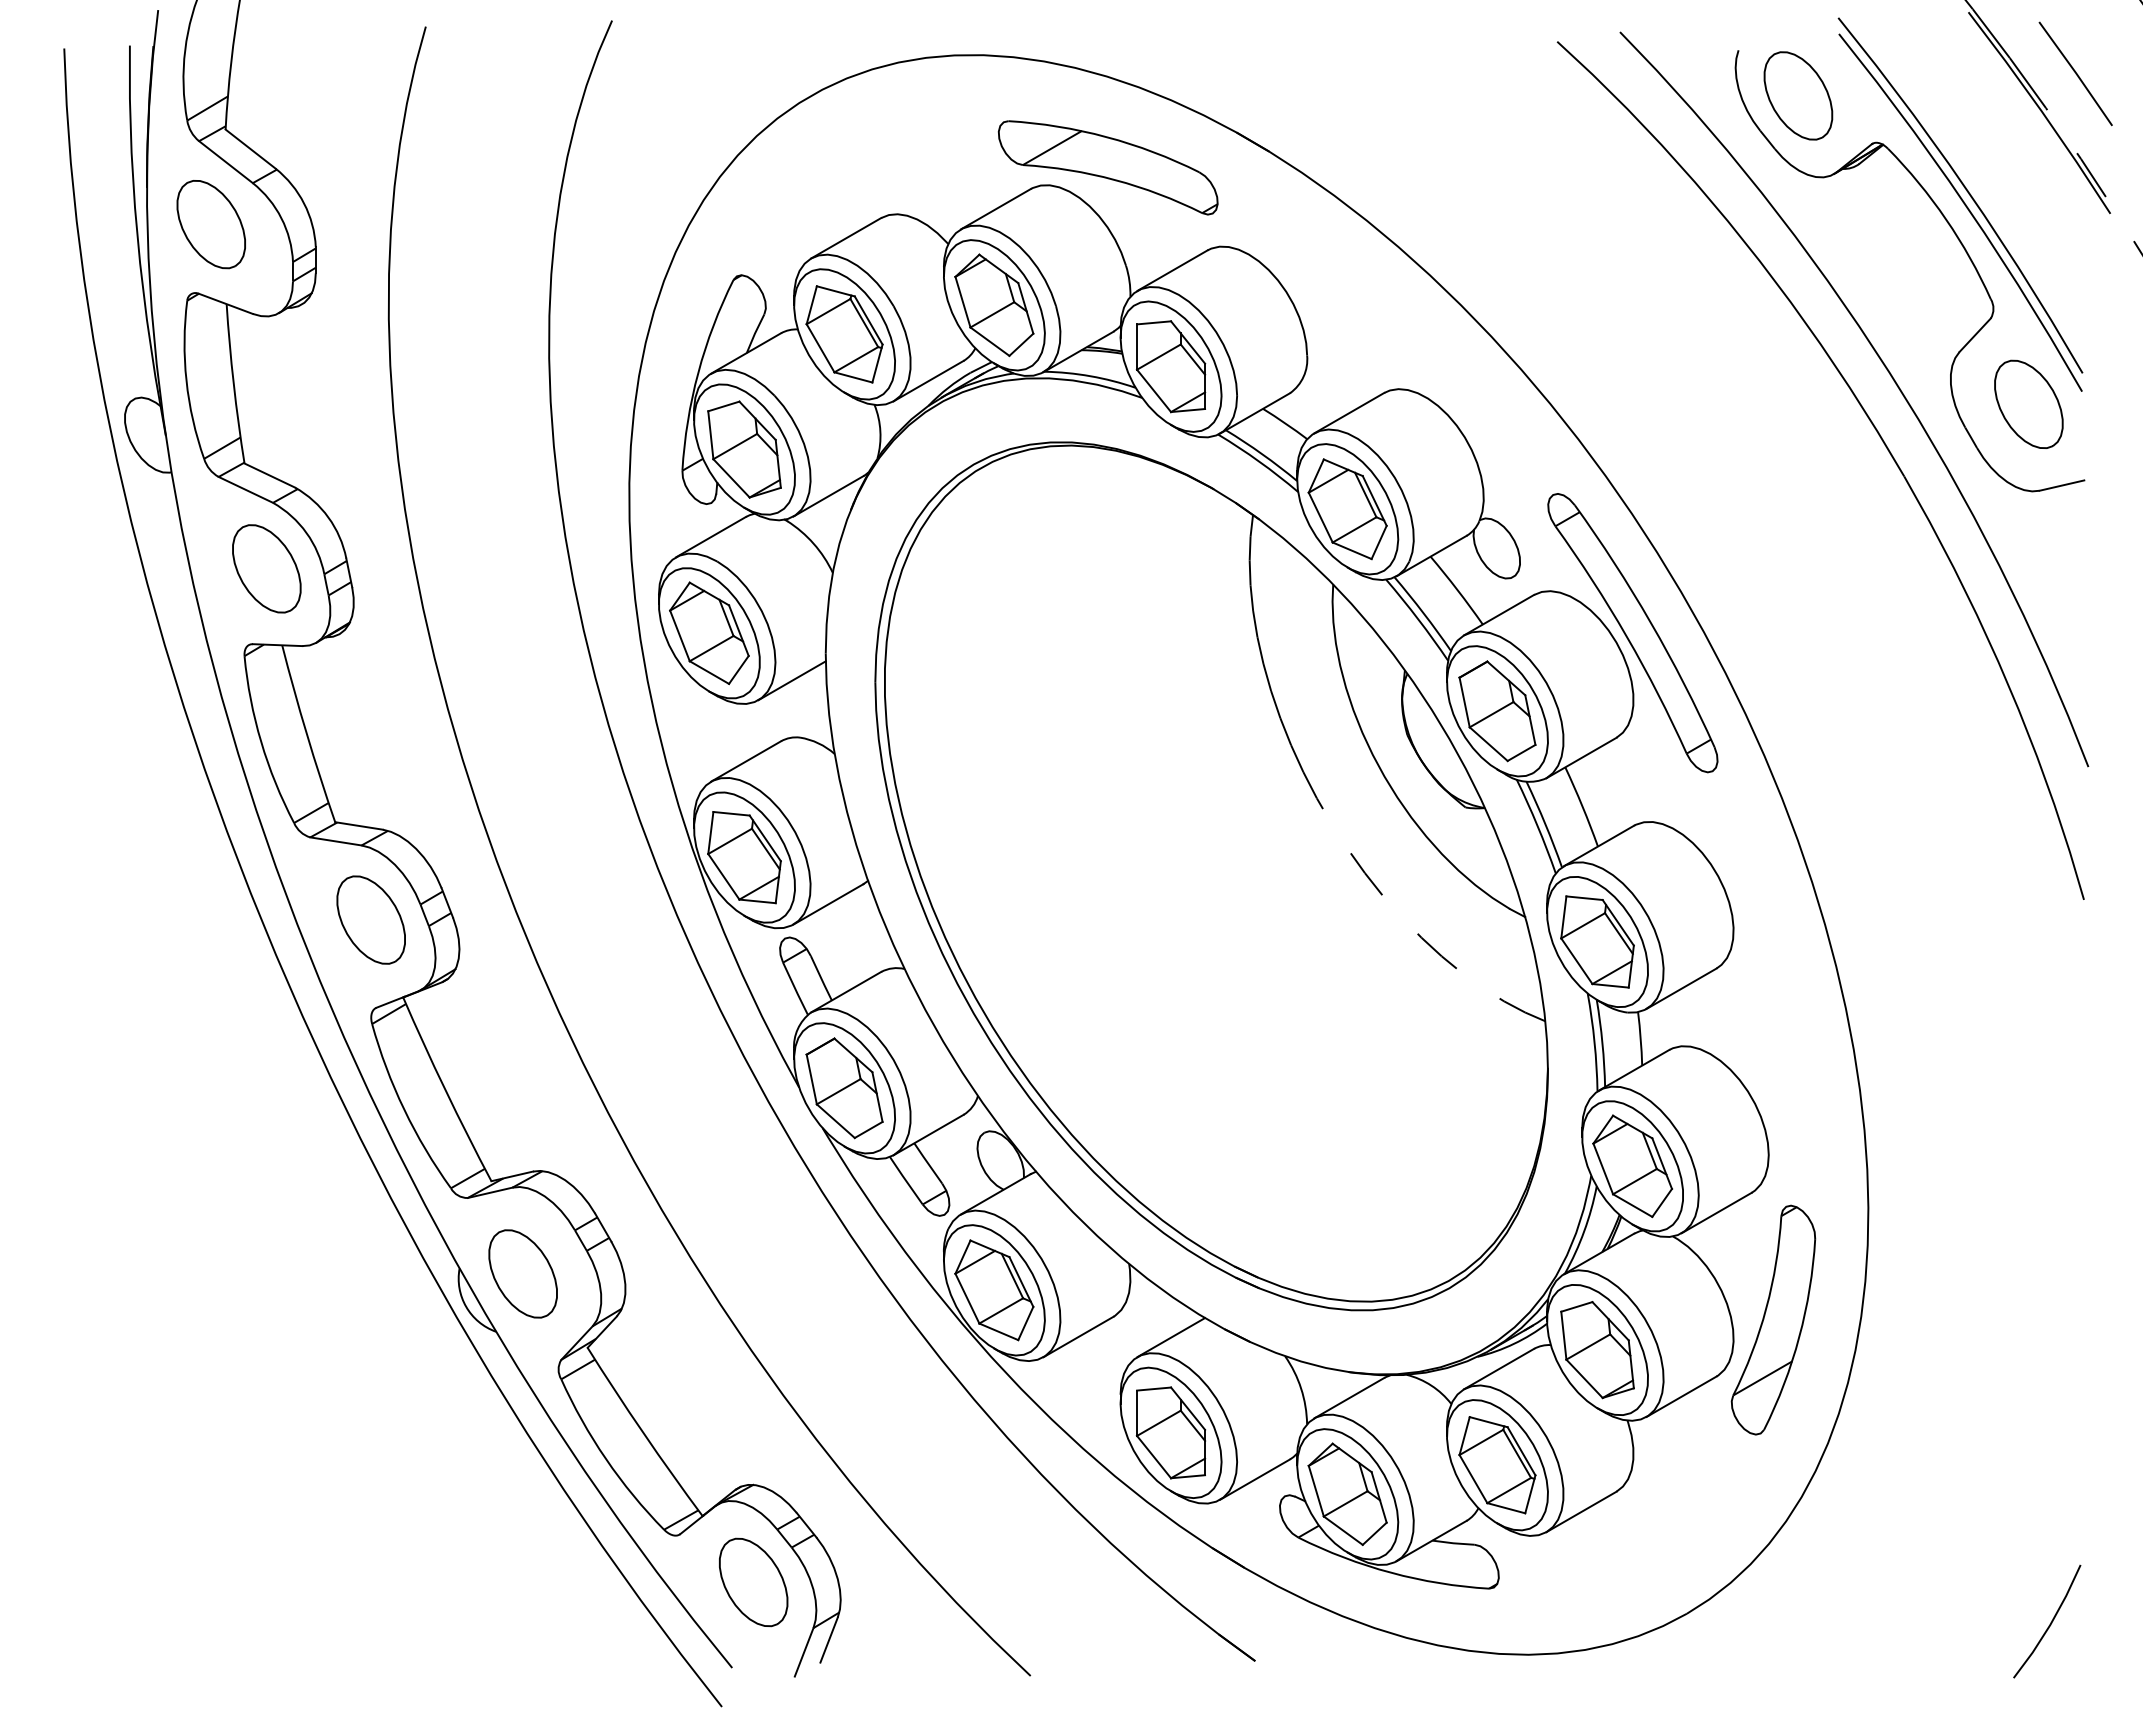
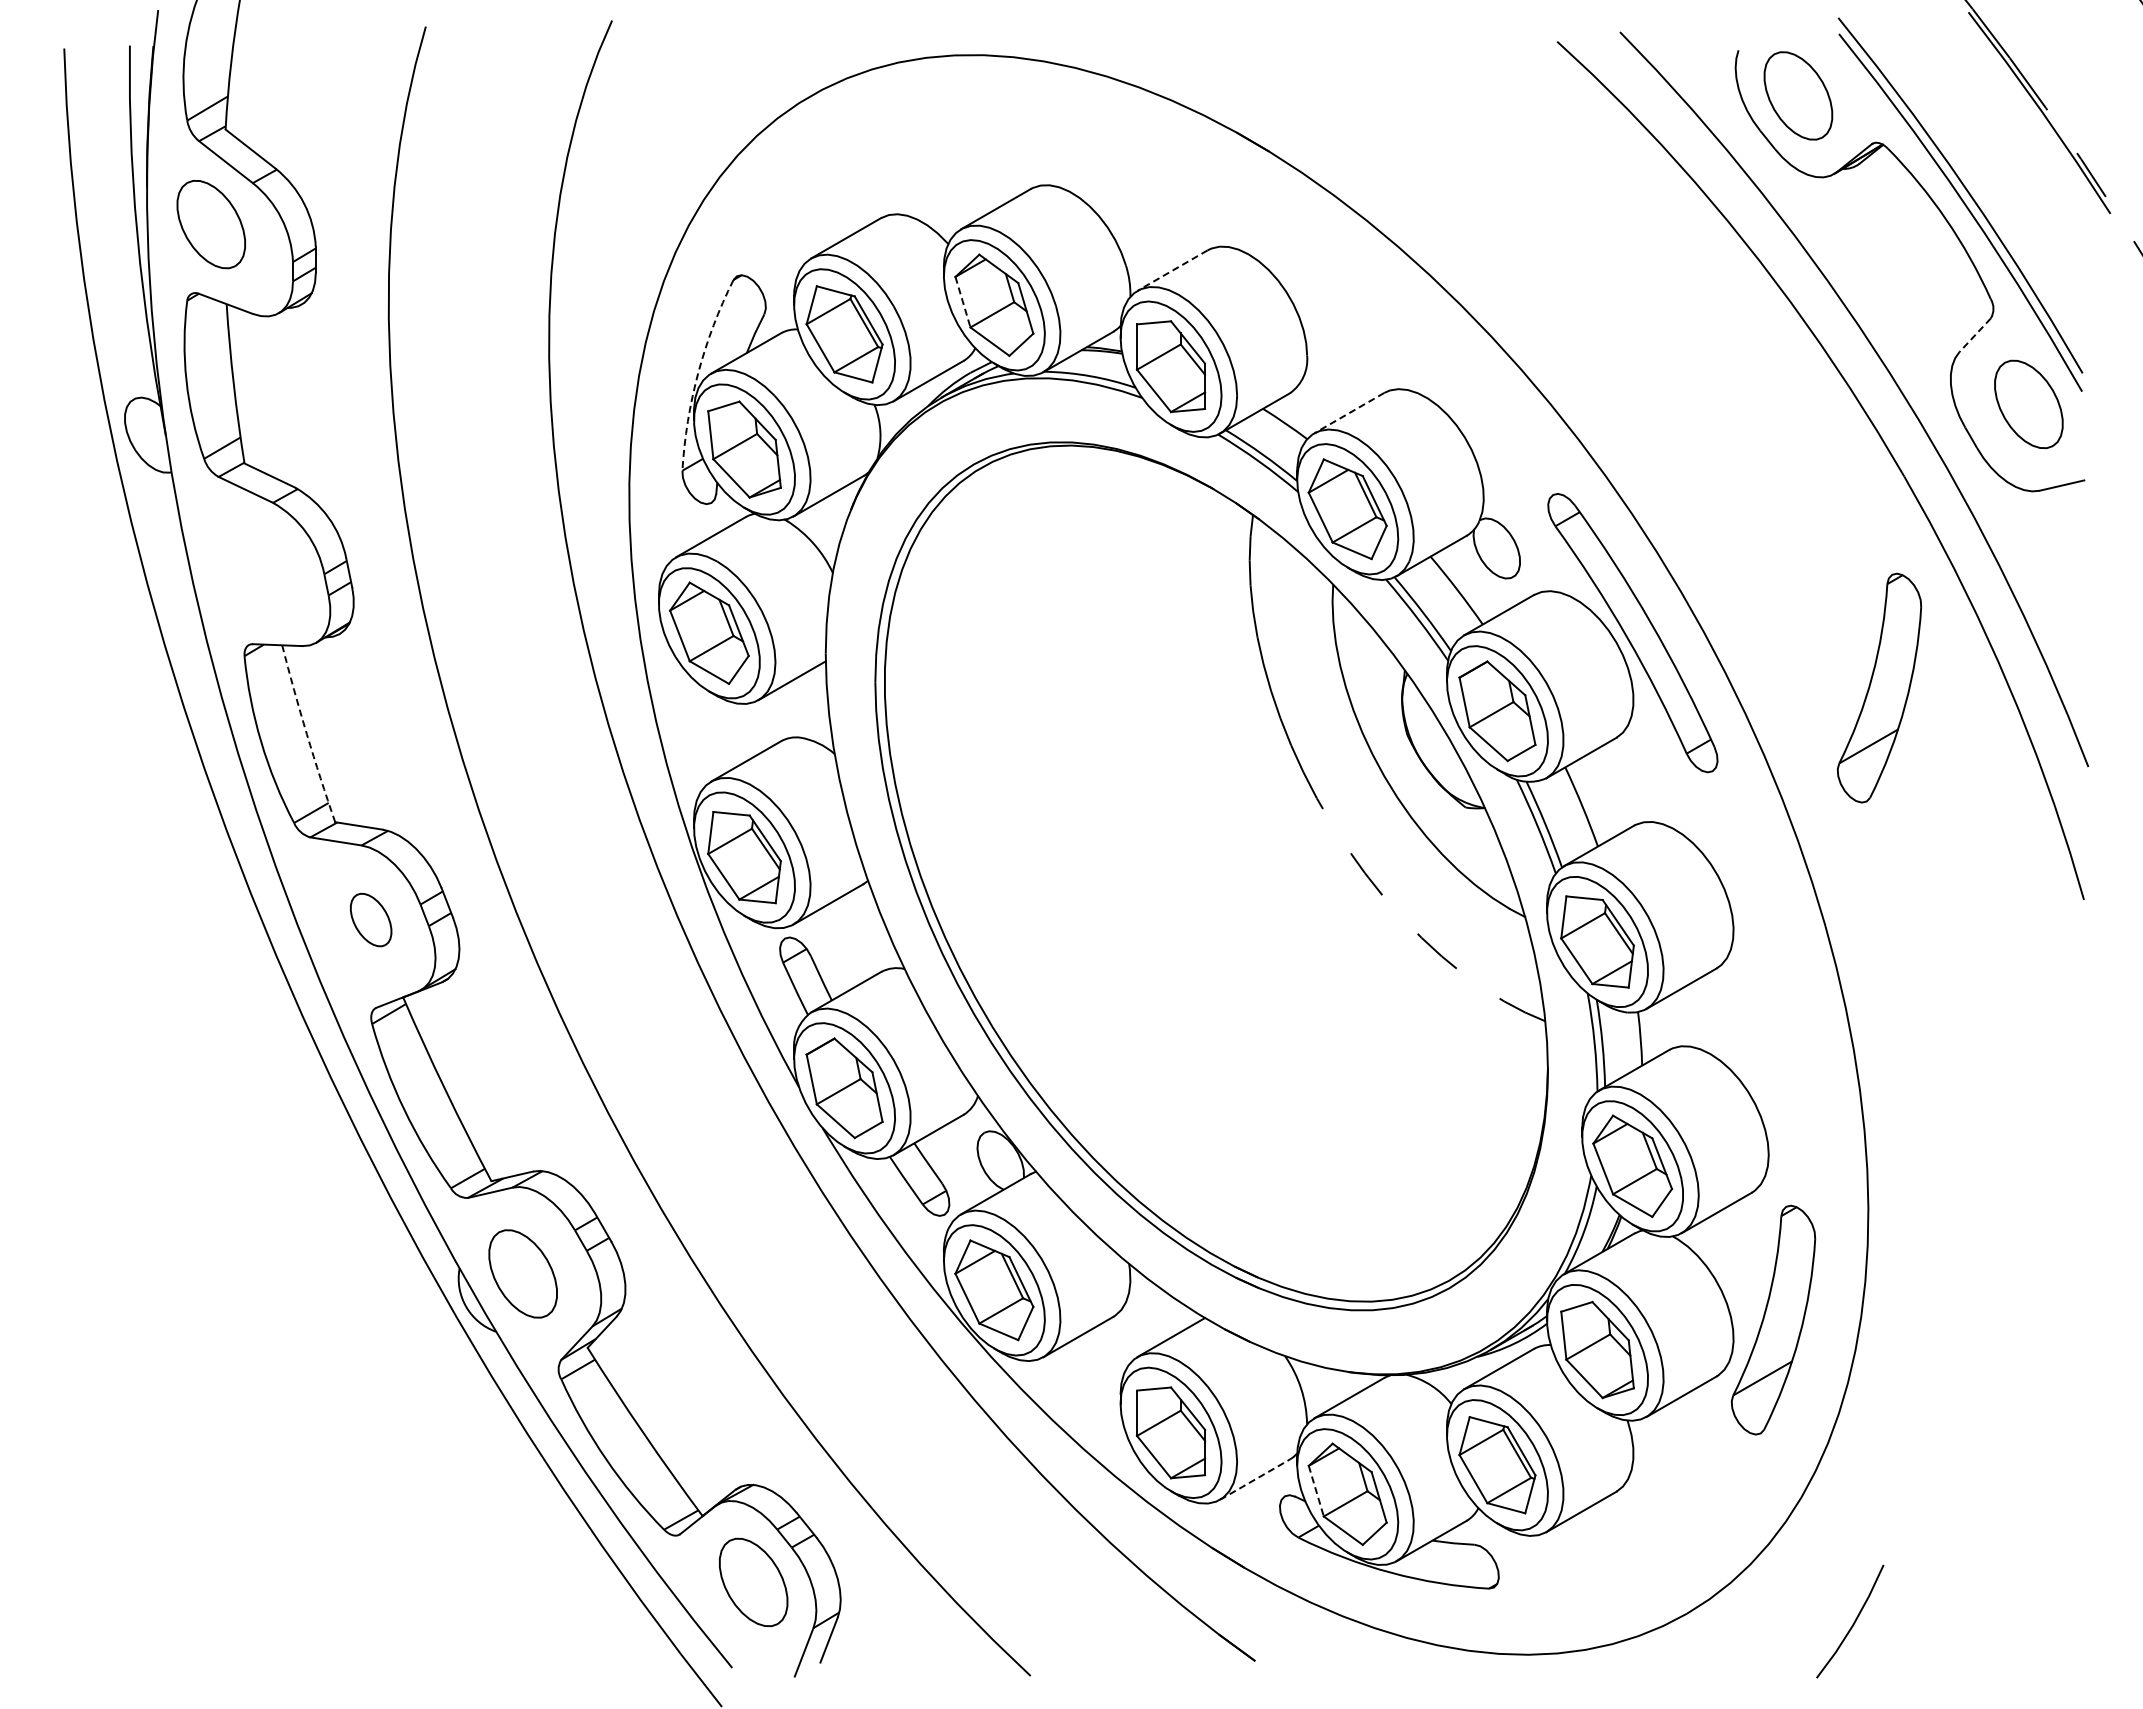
line at (2075, 73): present -> none
part at (1107, 167): present -> none
line at (1172, 270): solid -> dashed
line at (963, 302): solid -> dashed
line at (1975, 335): solid -> dashed
arc at (698, 372): solid -> dashed
line at (1348, 413): solid -> dashed
part at (266, 568): present -> none
part at (1879, 687): none -> present
arc at (306, 734): solid -> dashed
part at (370, 919) size: 70x90 px -> 43x55 px
line at (1255, 1479): solid -> dashed
line at (1316, 1491): solid -> dashed
line at (2050, 1622) position: (2050, 1622) -> (1853, 1622)
